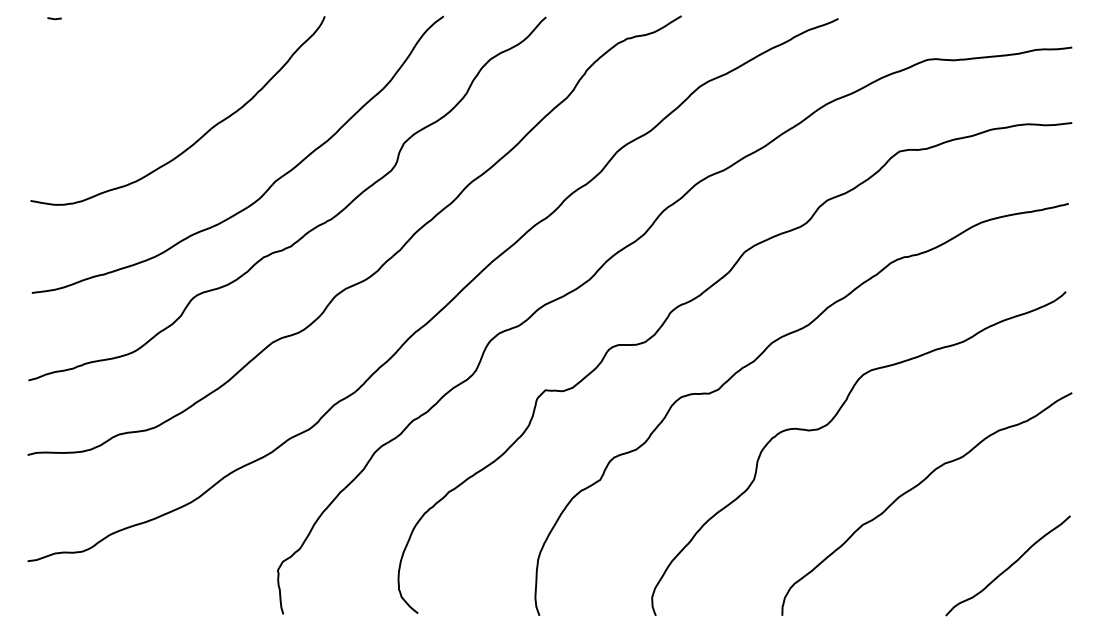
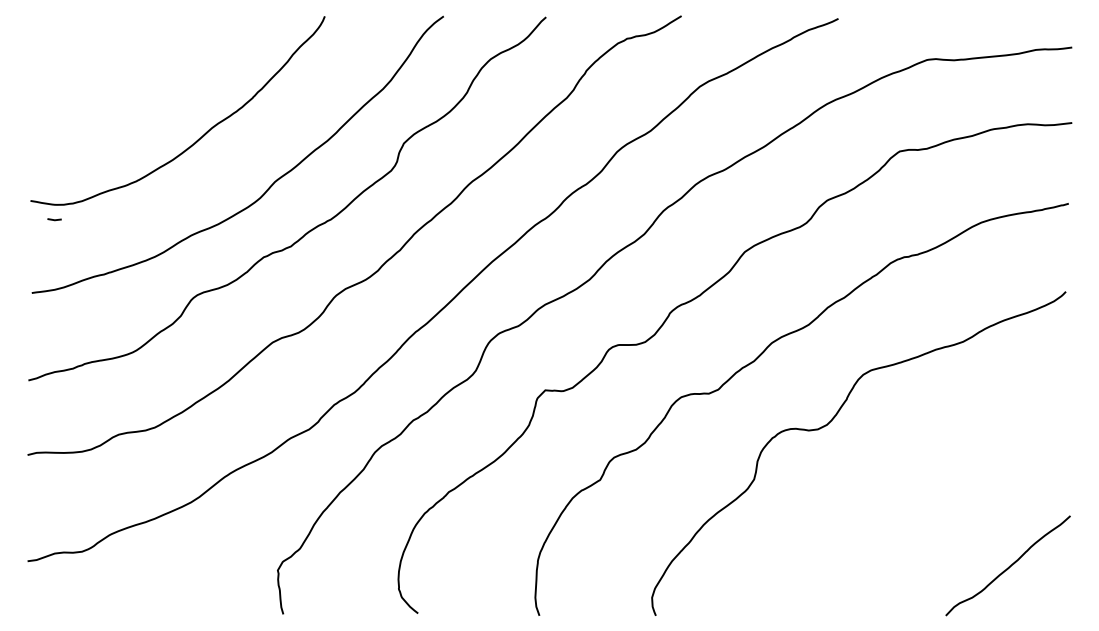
line at (54, 18) position: (54, 18) -> (54, 219)
curve at (916, 487): present -> none
